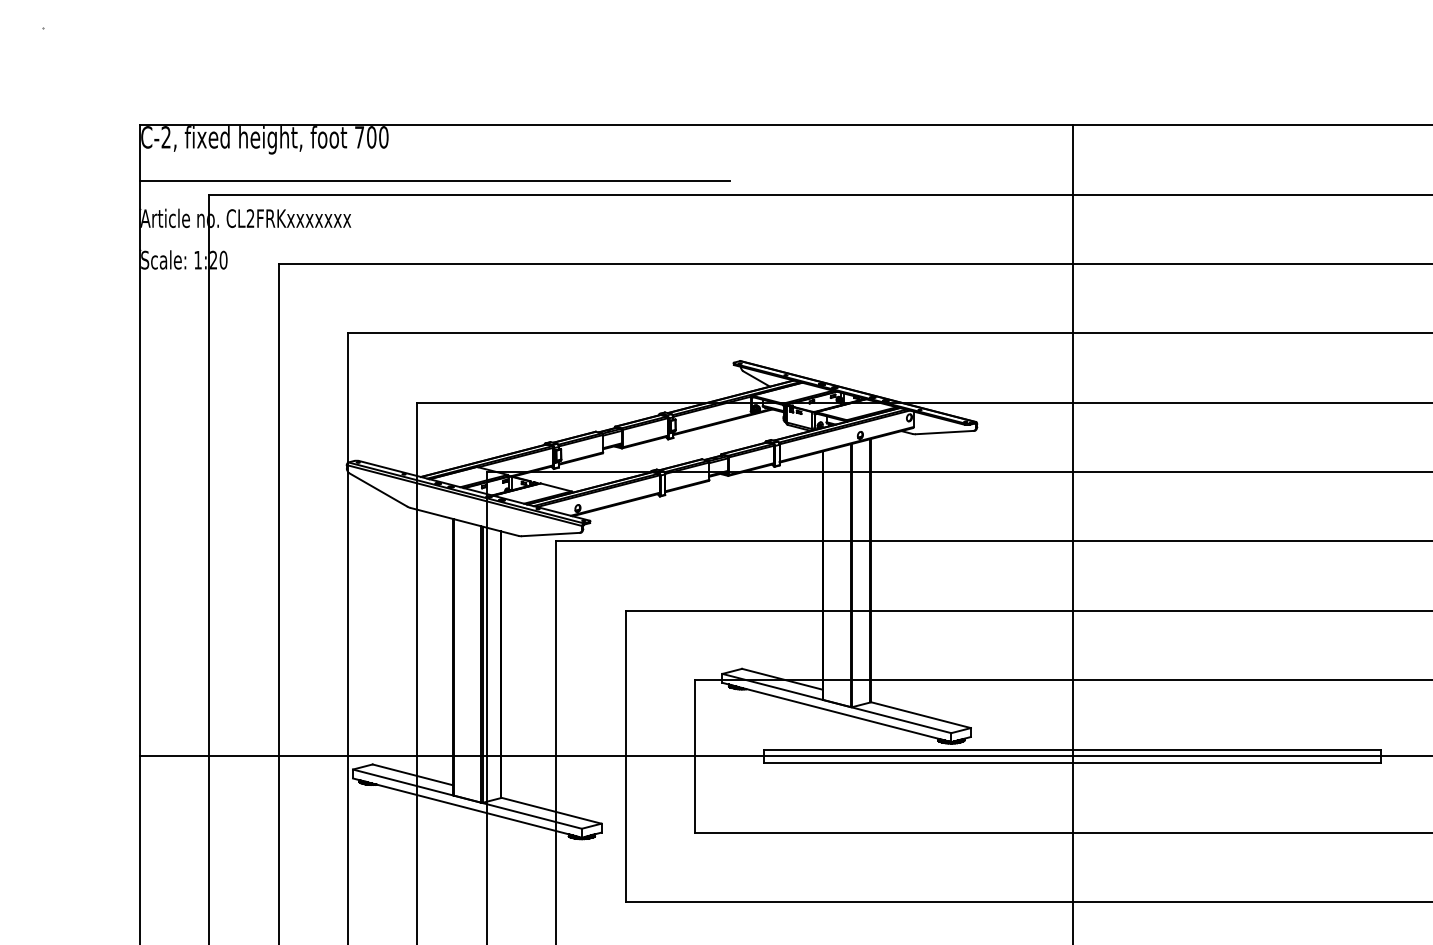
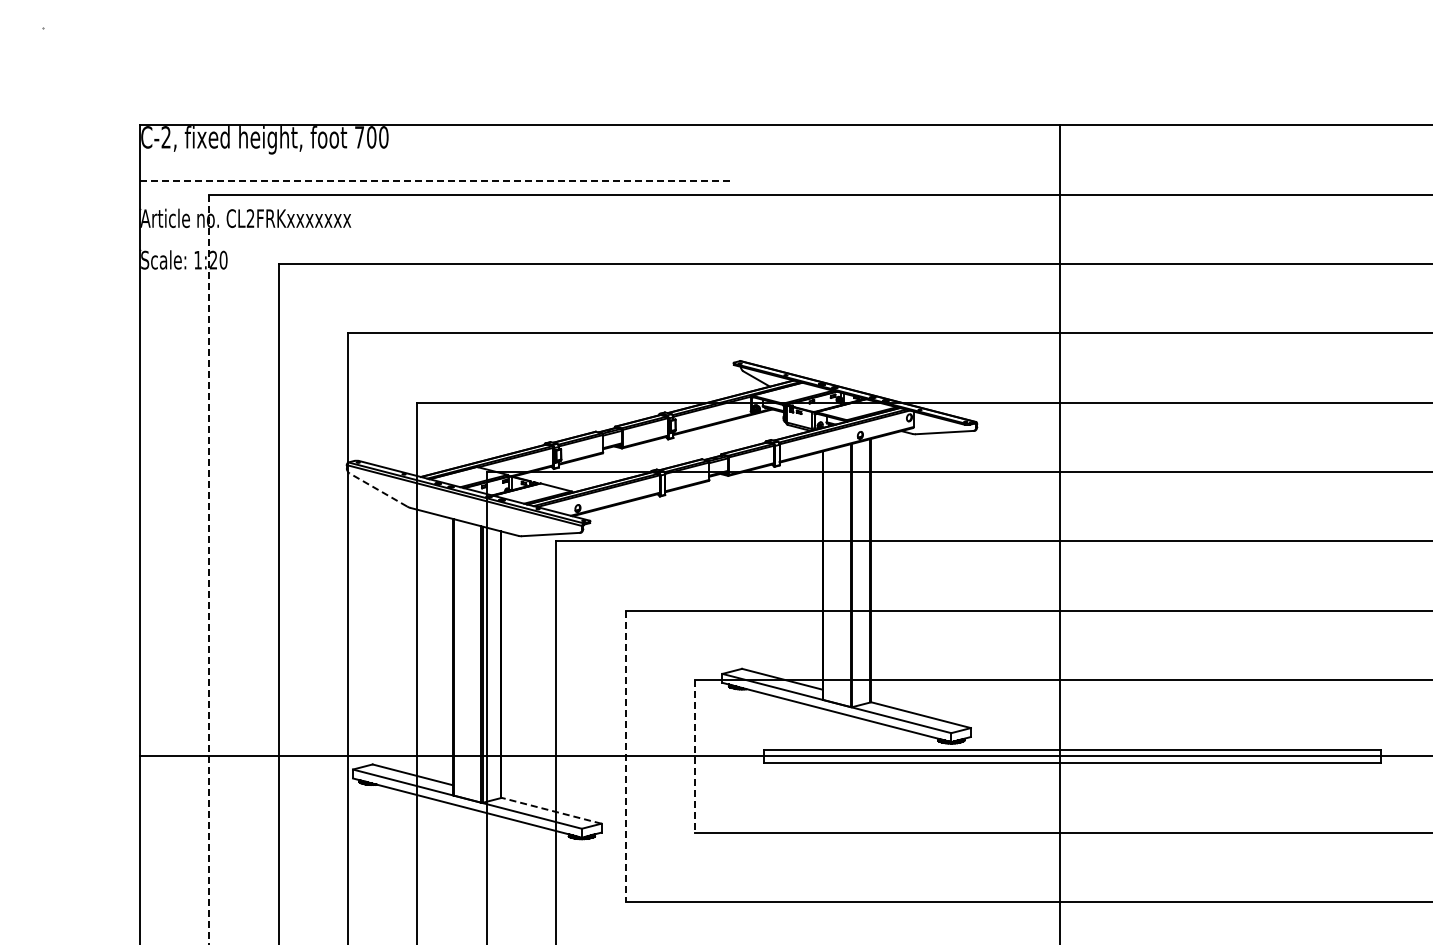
line at (434, 180): solid -> dashed
line at (377, 489): solid -> dashed
line at (1072, 533) position: (1072, 533) -> (1059, 533)
line at (209, 569): solid -> dashed
line at (625, 756): solid -> dashed
line at (694, 756): solid -> dashed
line at (551, 810): solid -> dashed
